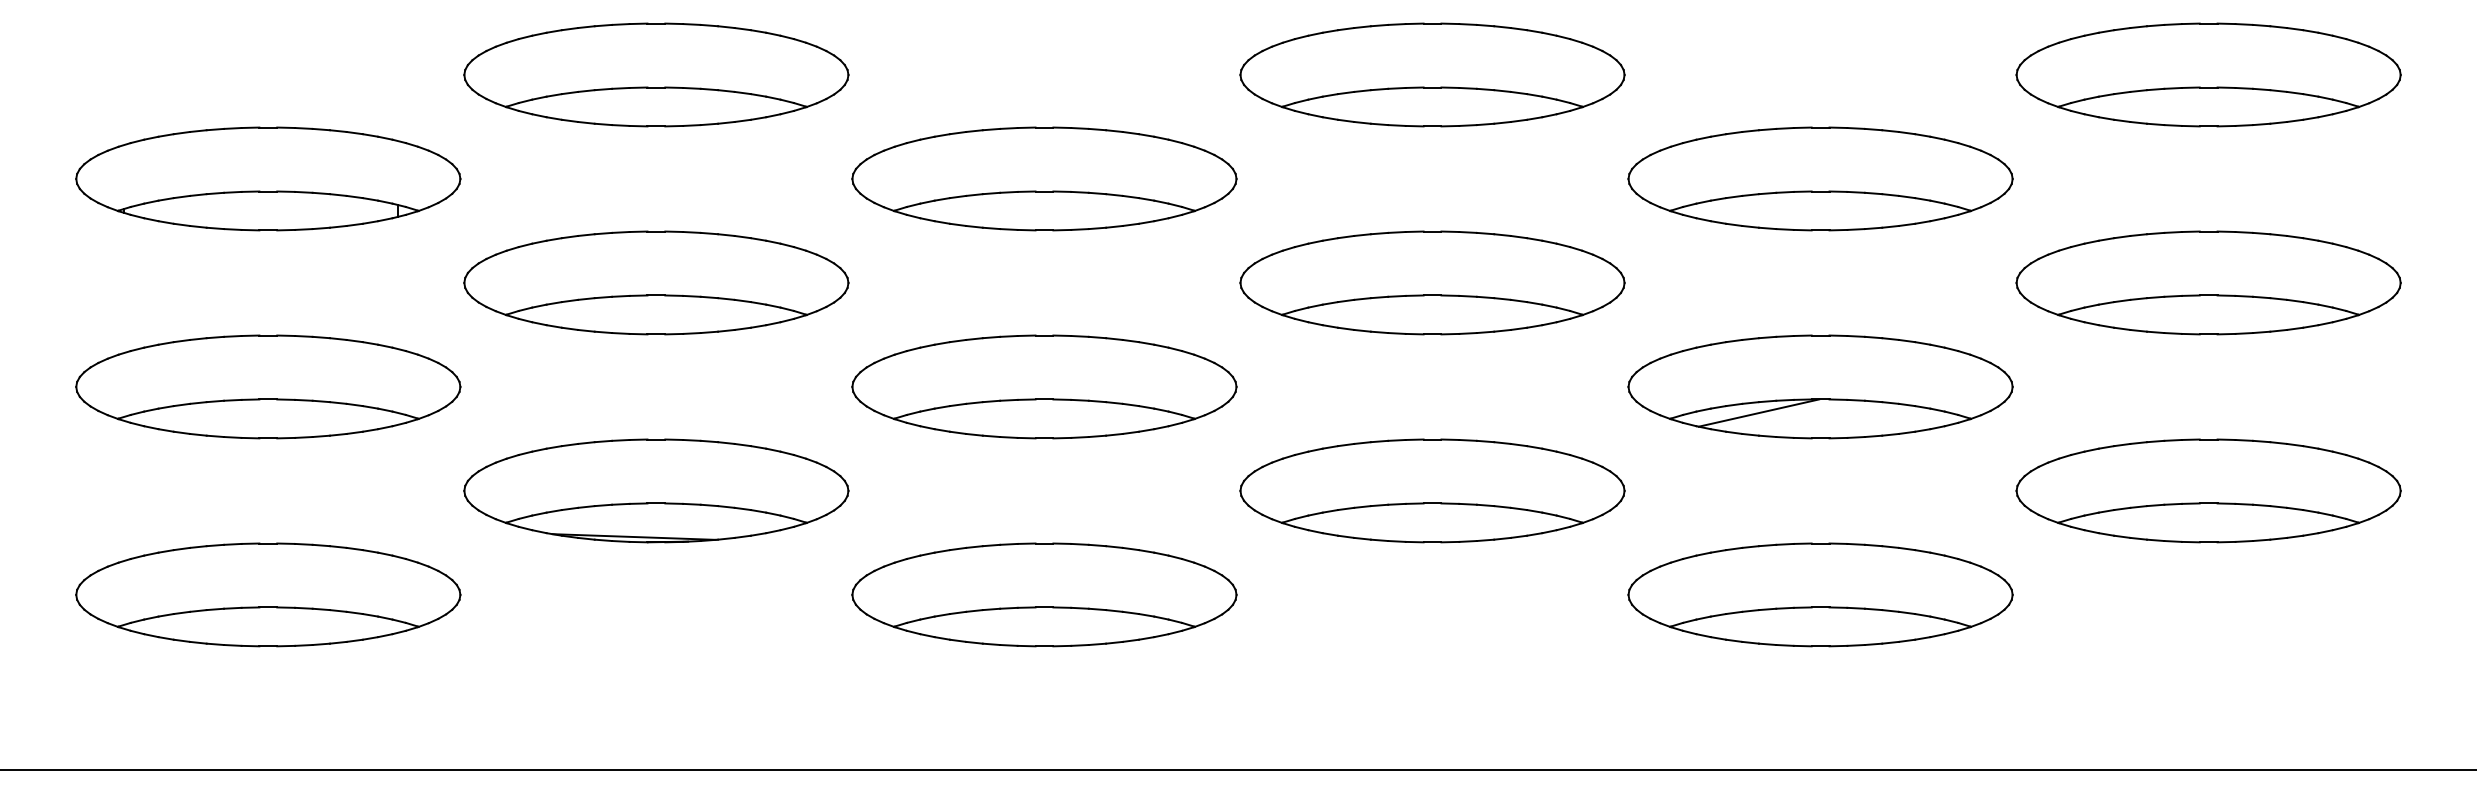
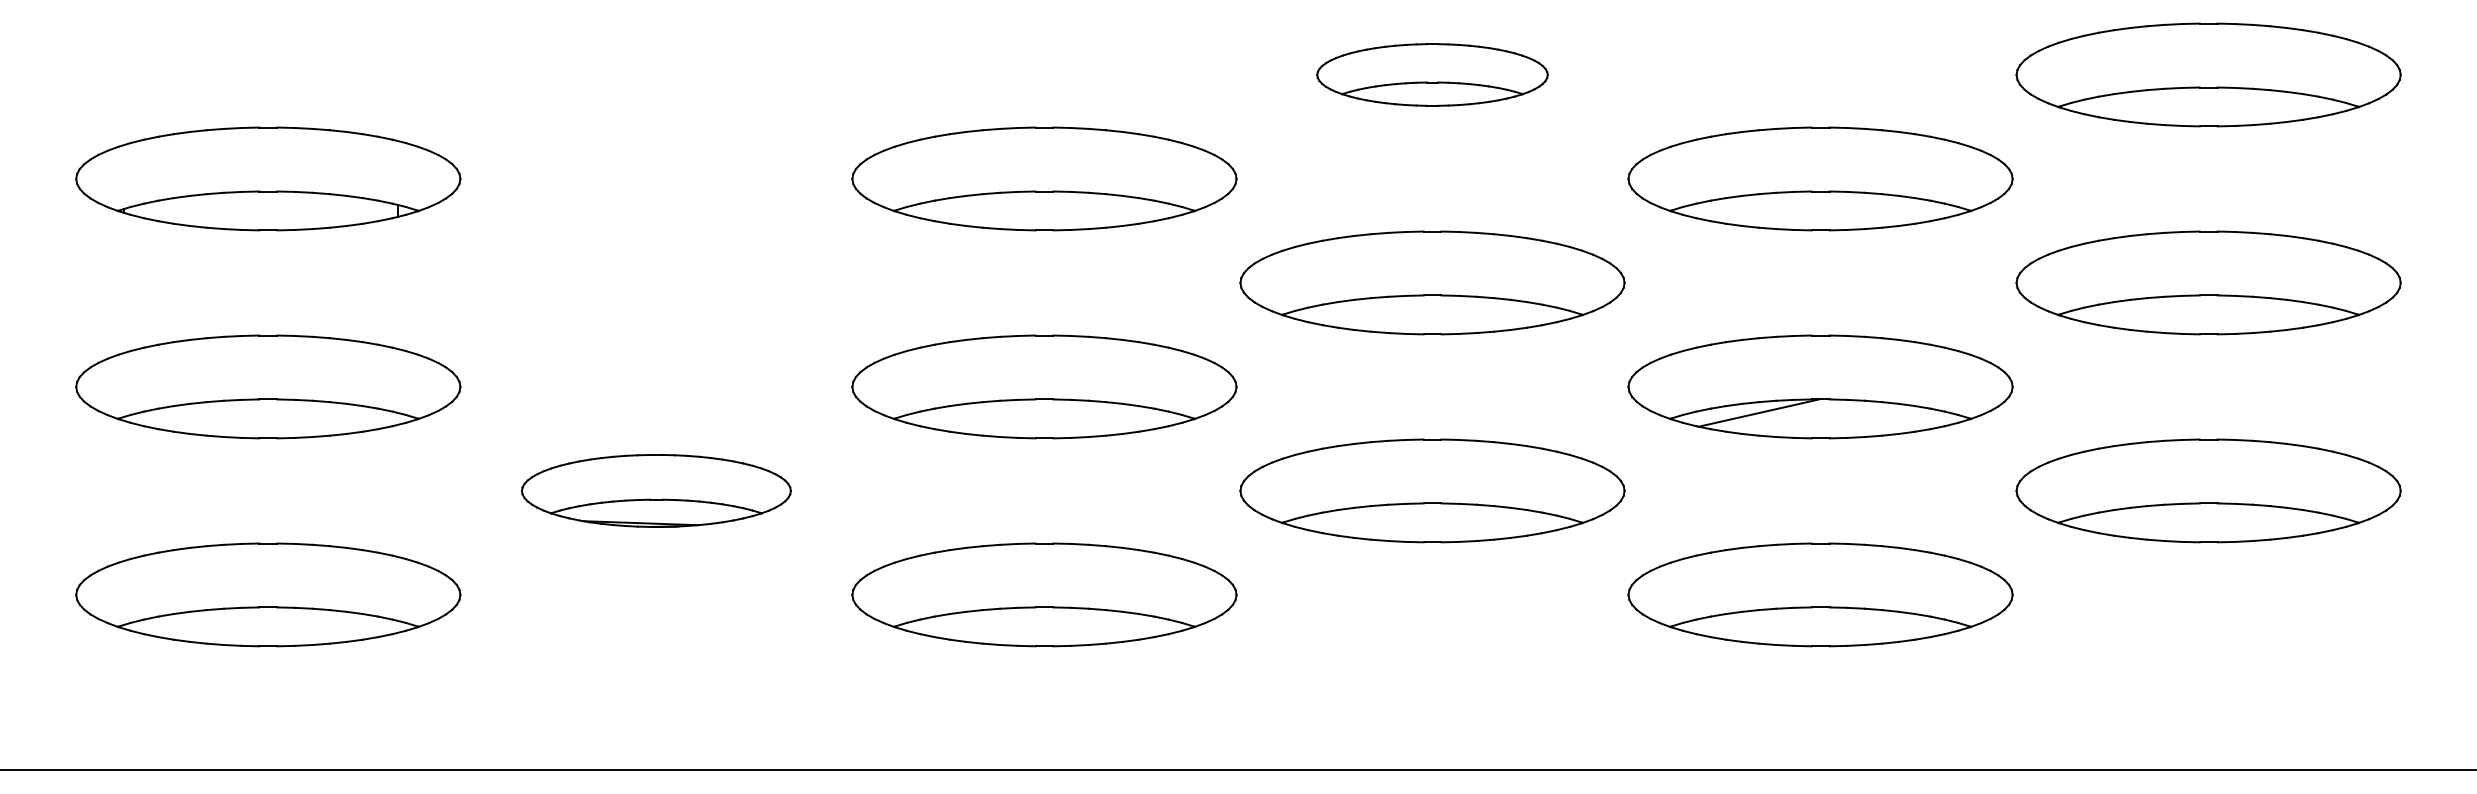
part at (656, 74): present -> none
part at (1432, 74) size: 387x106 px -> 233x64 px
part at (656, 282): present -> none
part at (656, 490) size: 387x106 px -> 271x74 px
